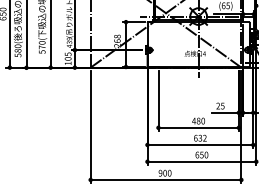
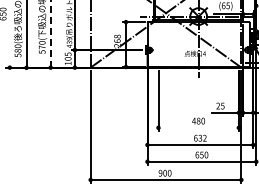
line at (50, 33): solid -> dashed
line at (9, 34): present -> none
line at (198, 127): present -> none
